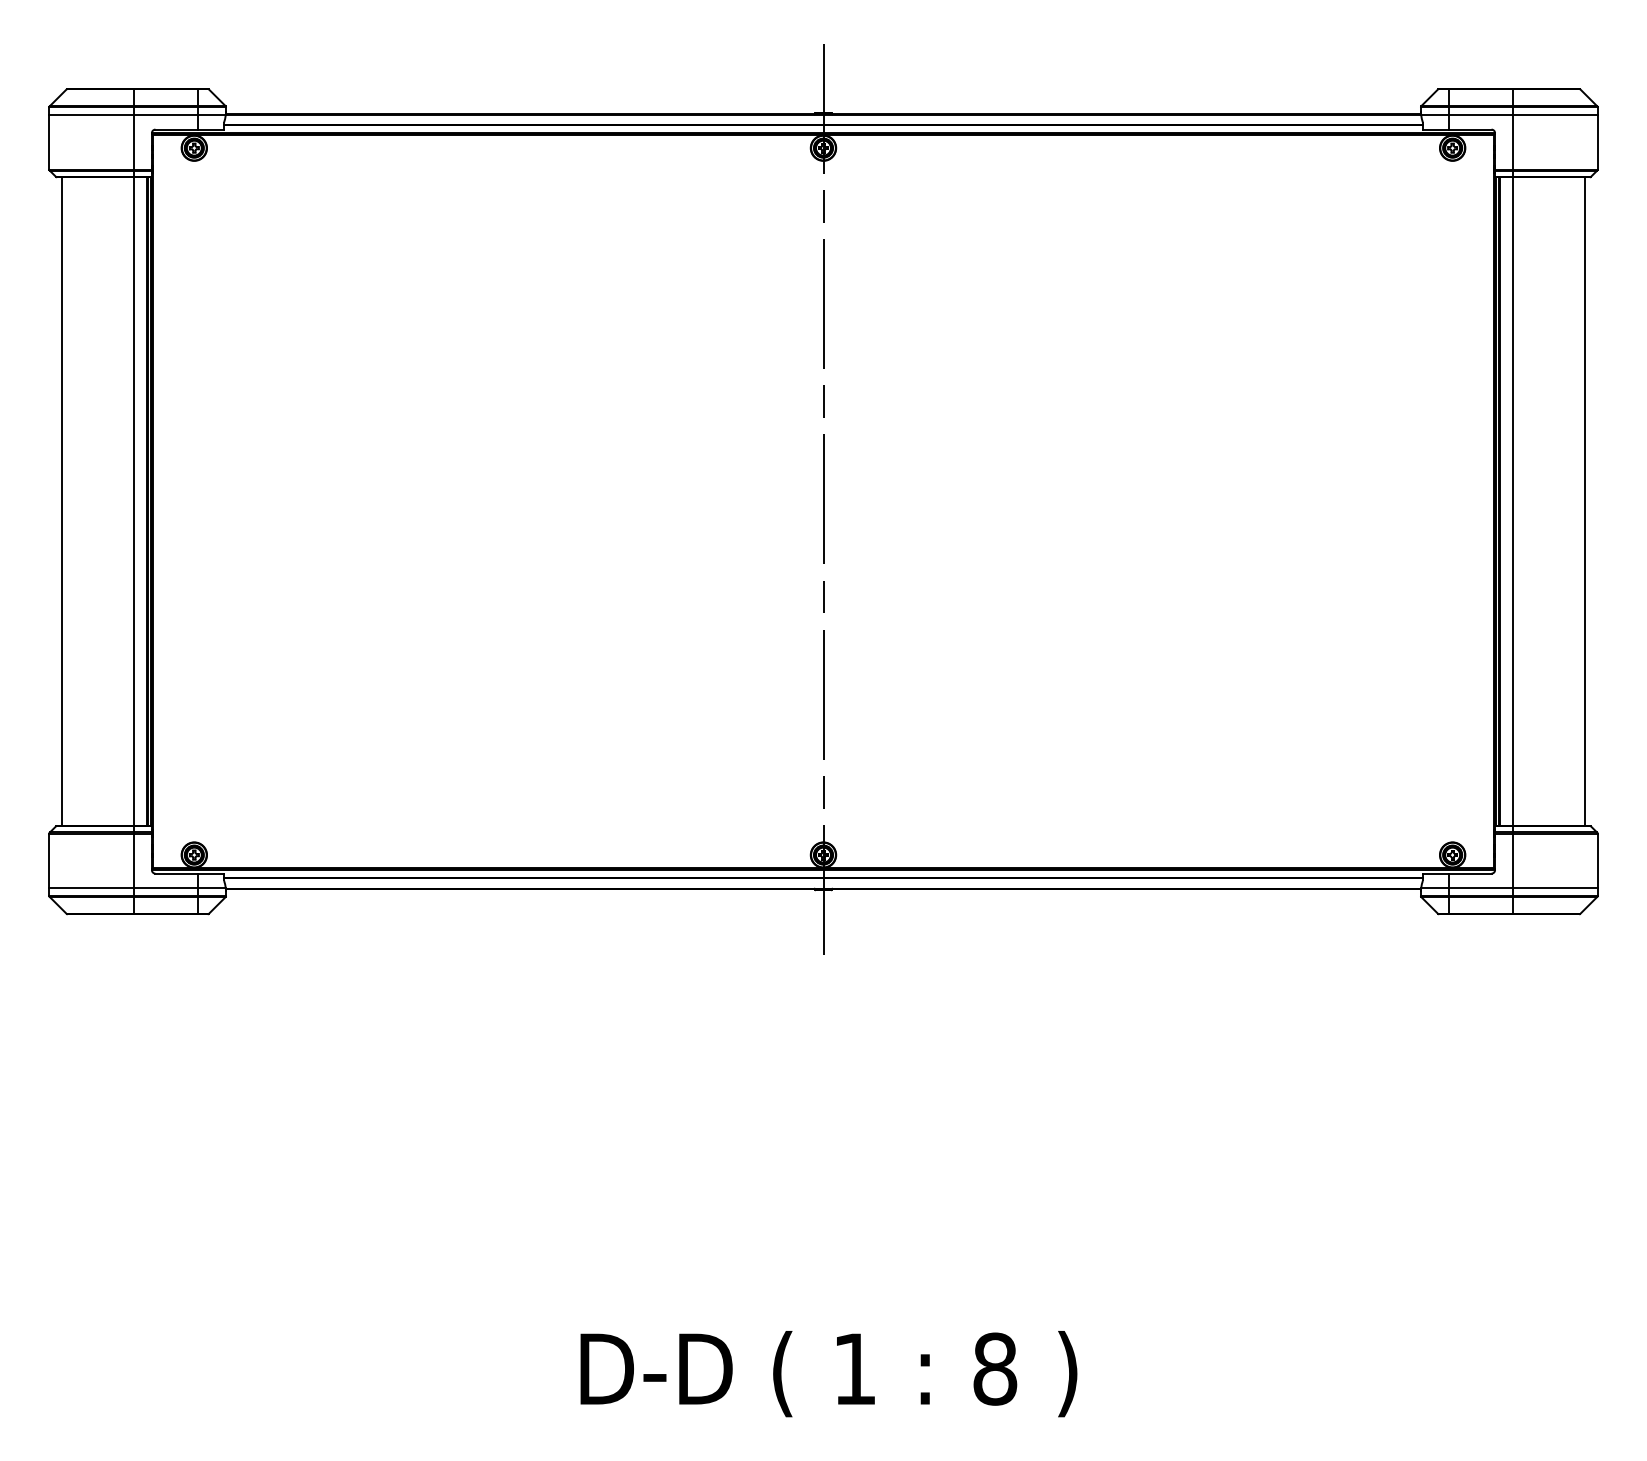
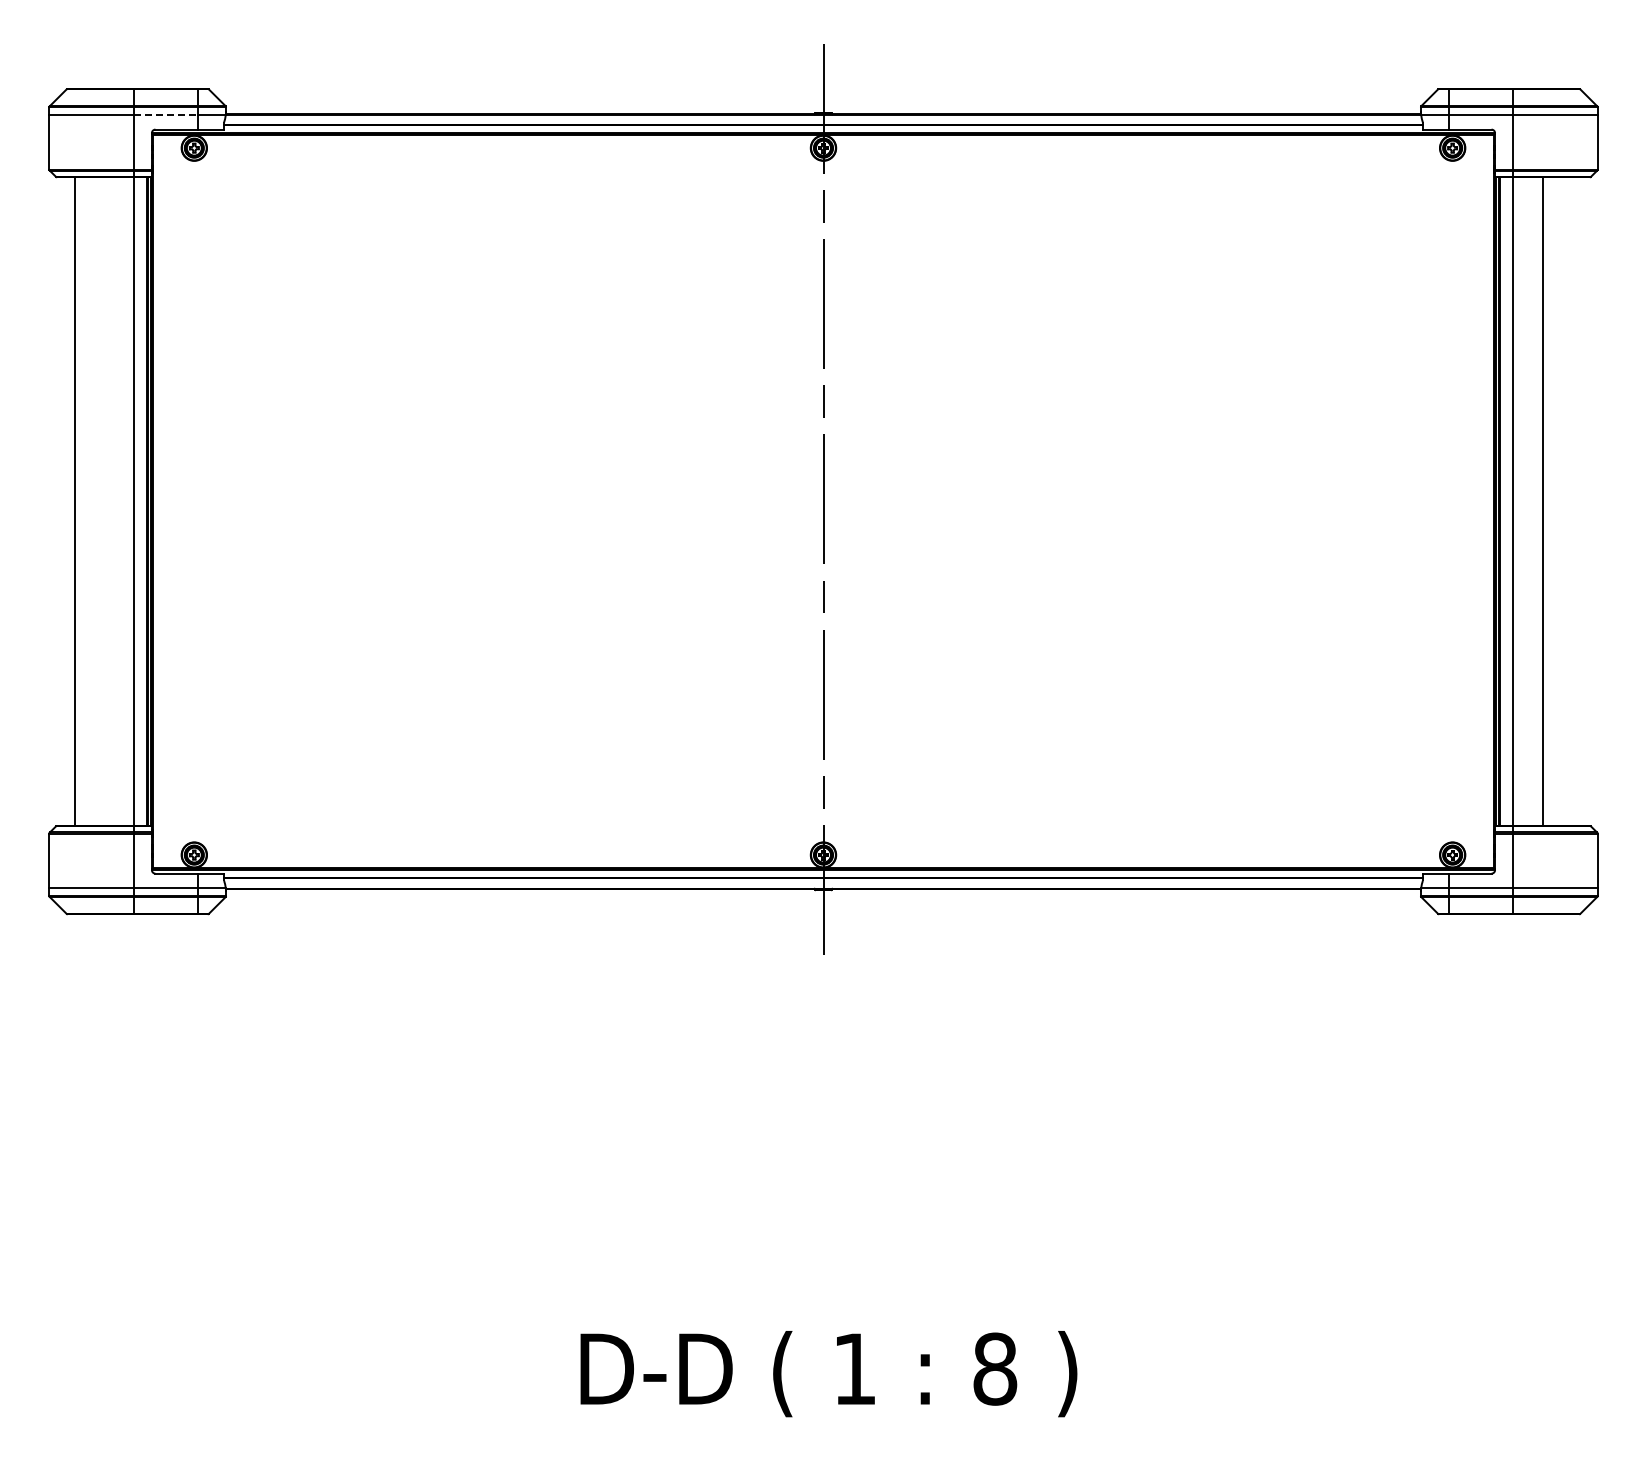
line at (166, 115): solid -> dashed
line at (61, 501) position: (61, 501) -> (74, 501)
line at (1585, 501) position: (1585, 501) -> (1543, 501)
